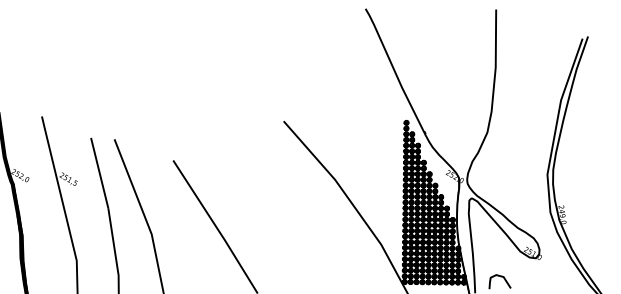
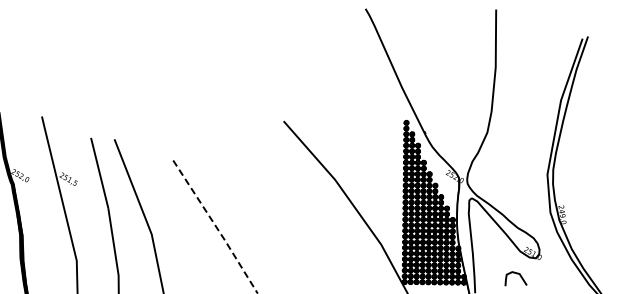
line at (216, 227): solid -> dashed
curve at (500, 277) position: (500, 277) -> (516, 274)
